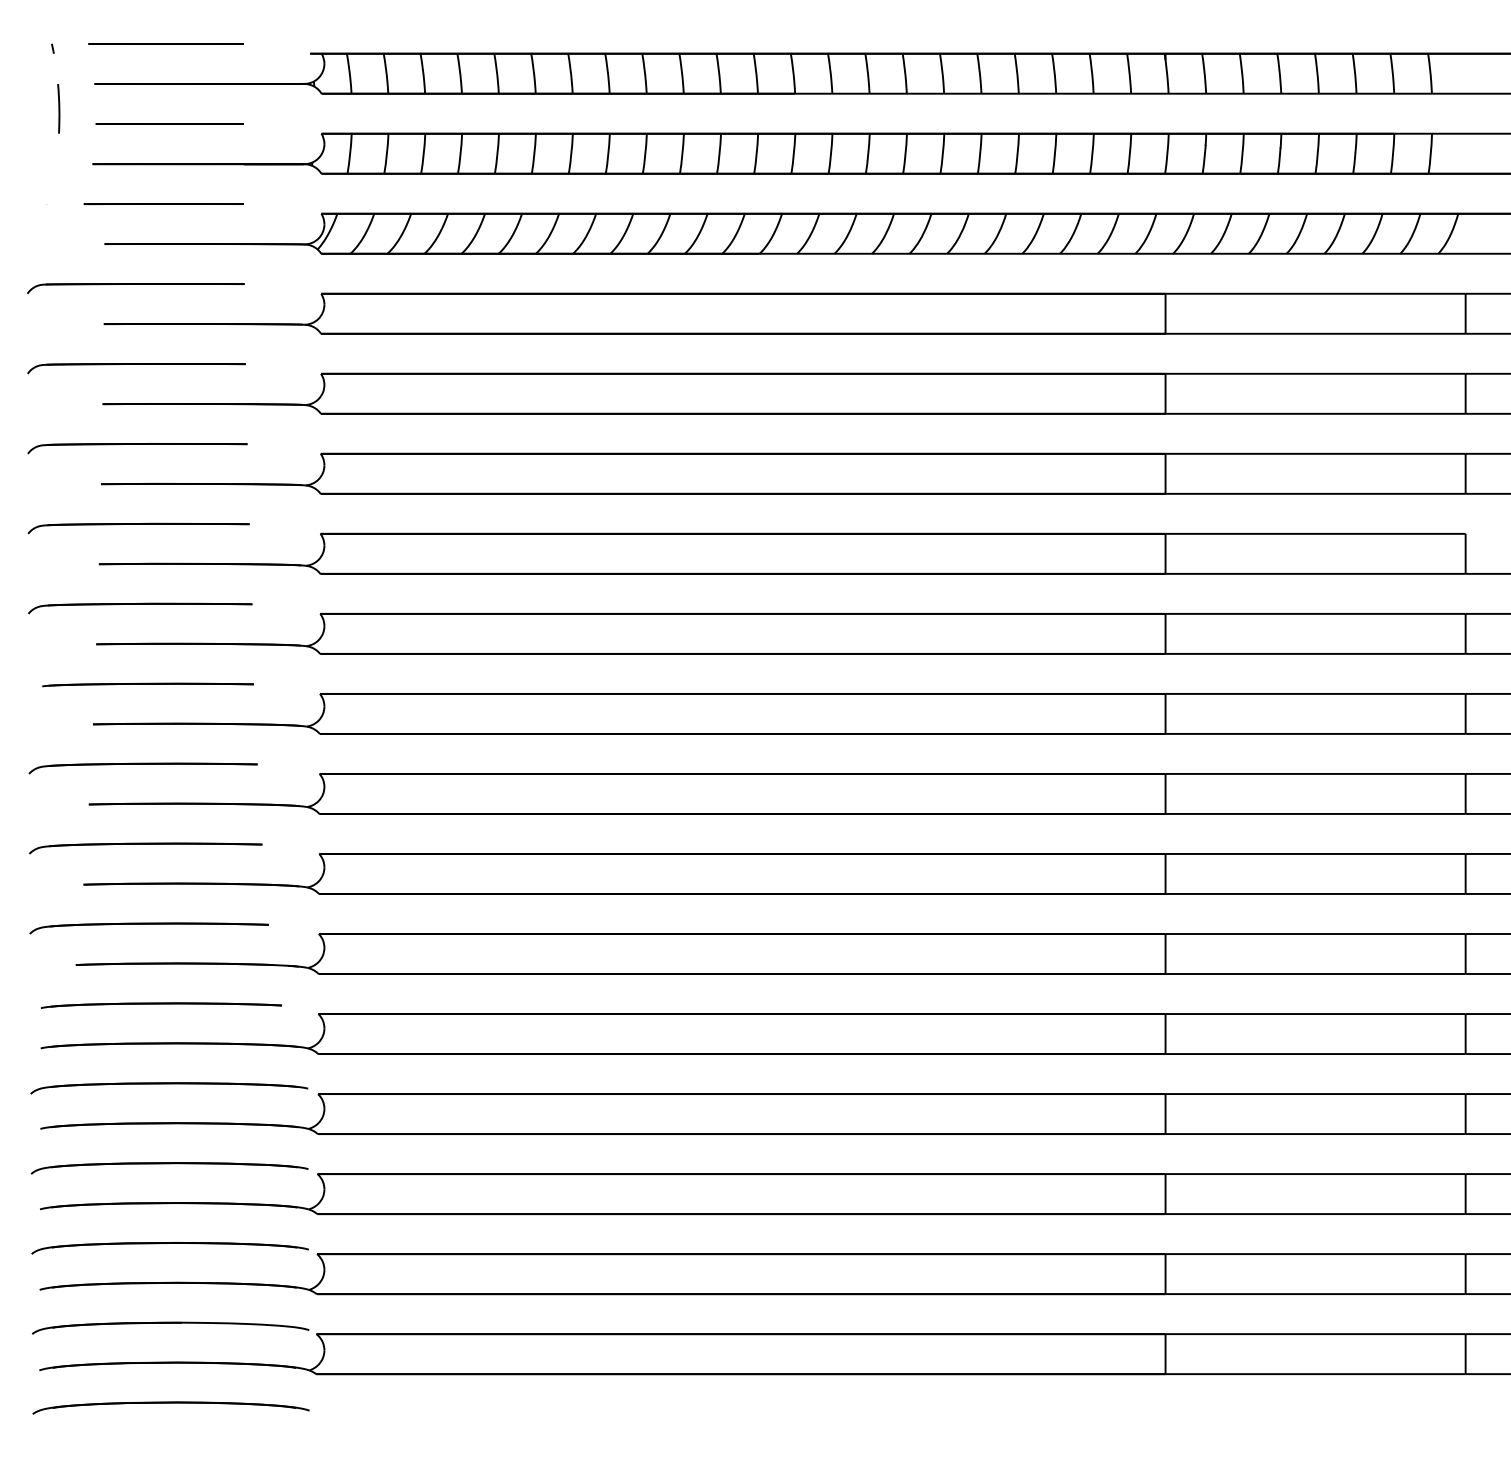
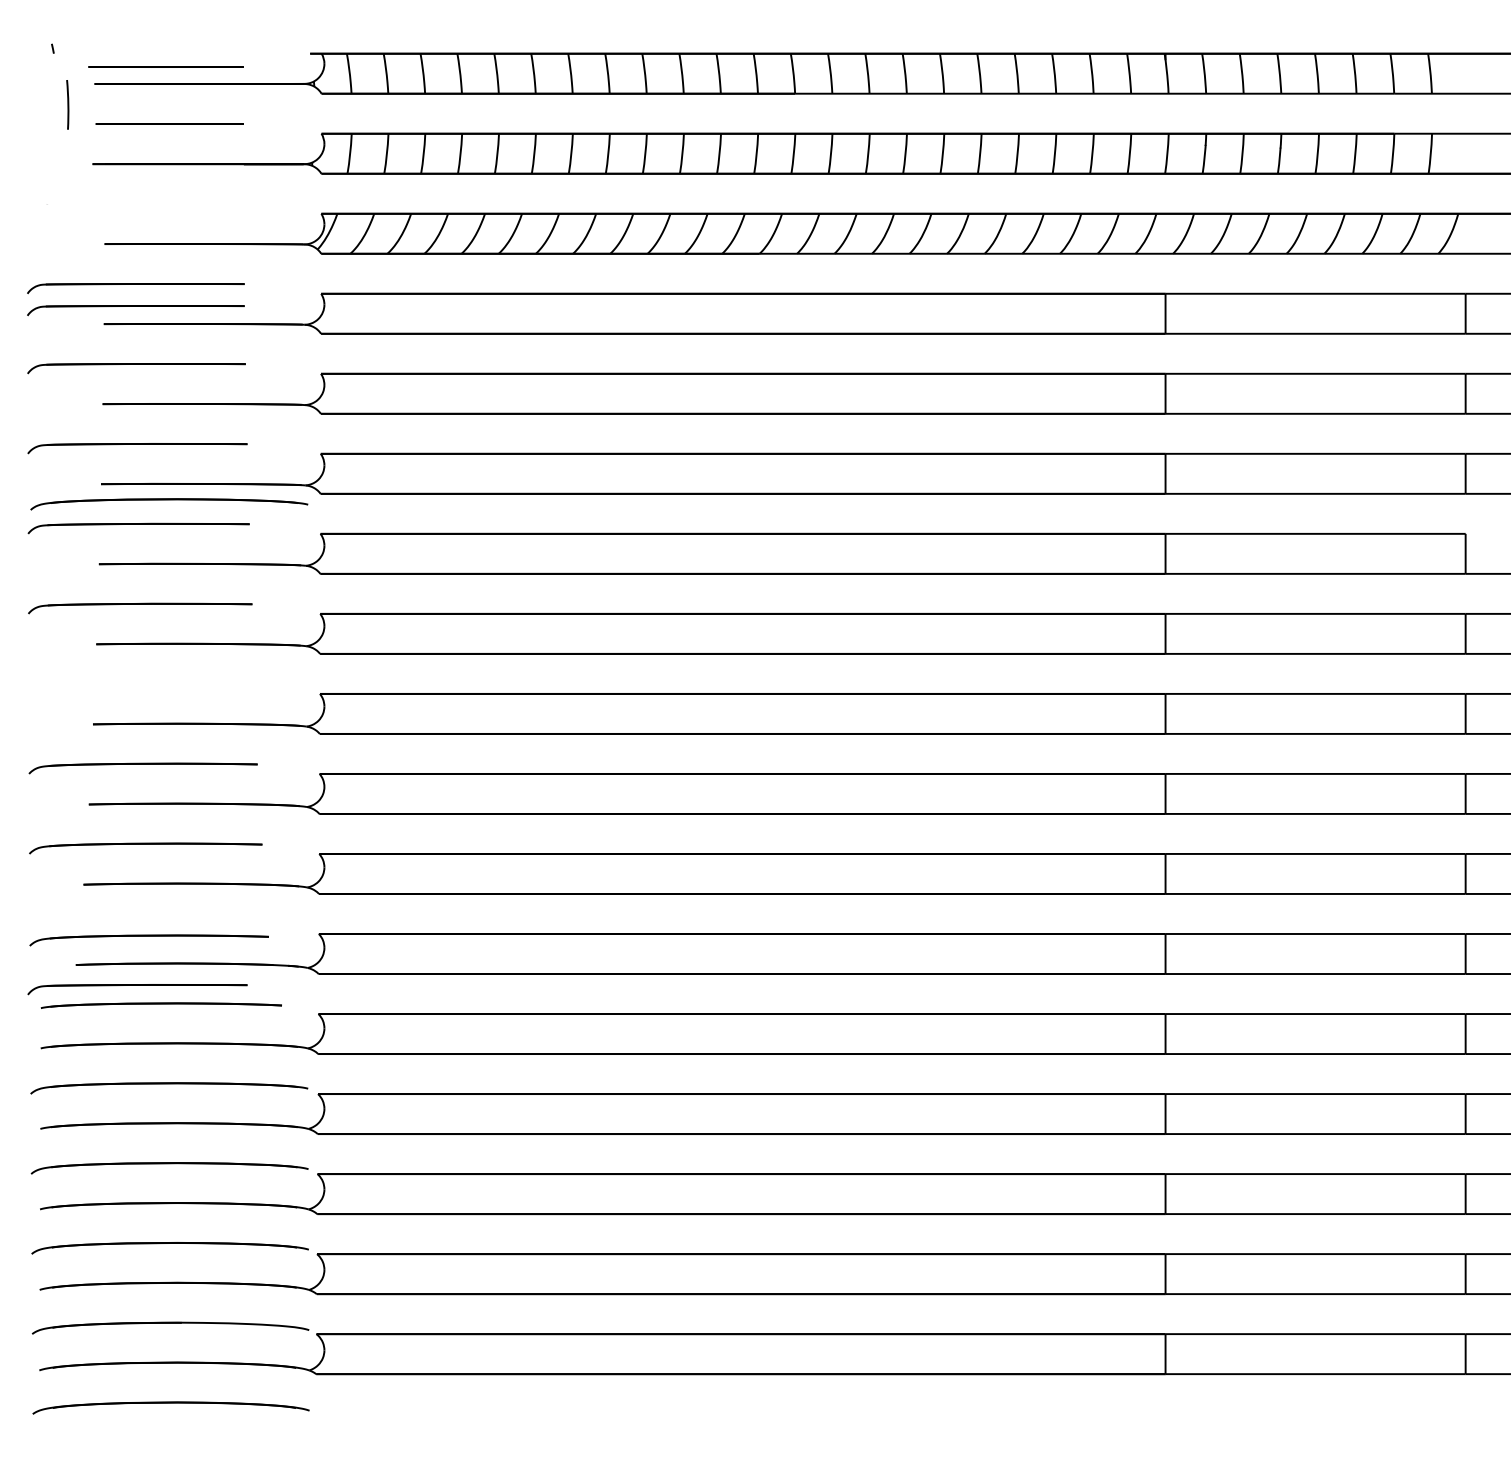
line at (165, 43) position: (165, 43) -> (165, 66)
line at (58, 108) position: (58, 108) -> (67, 104)
line at (163, 204): present -> none
part at (135, 310): none -> present
part at (169, 504): none -> present
part at (147, 684): present -> none
part at (148, 928) position: (148, 928) -> (148, 940)
part at (137, 989): none -> present
